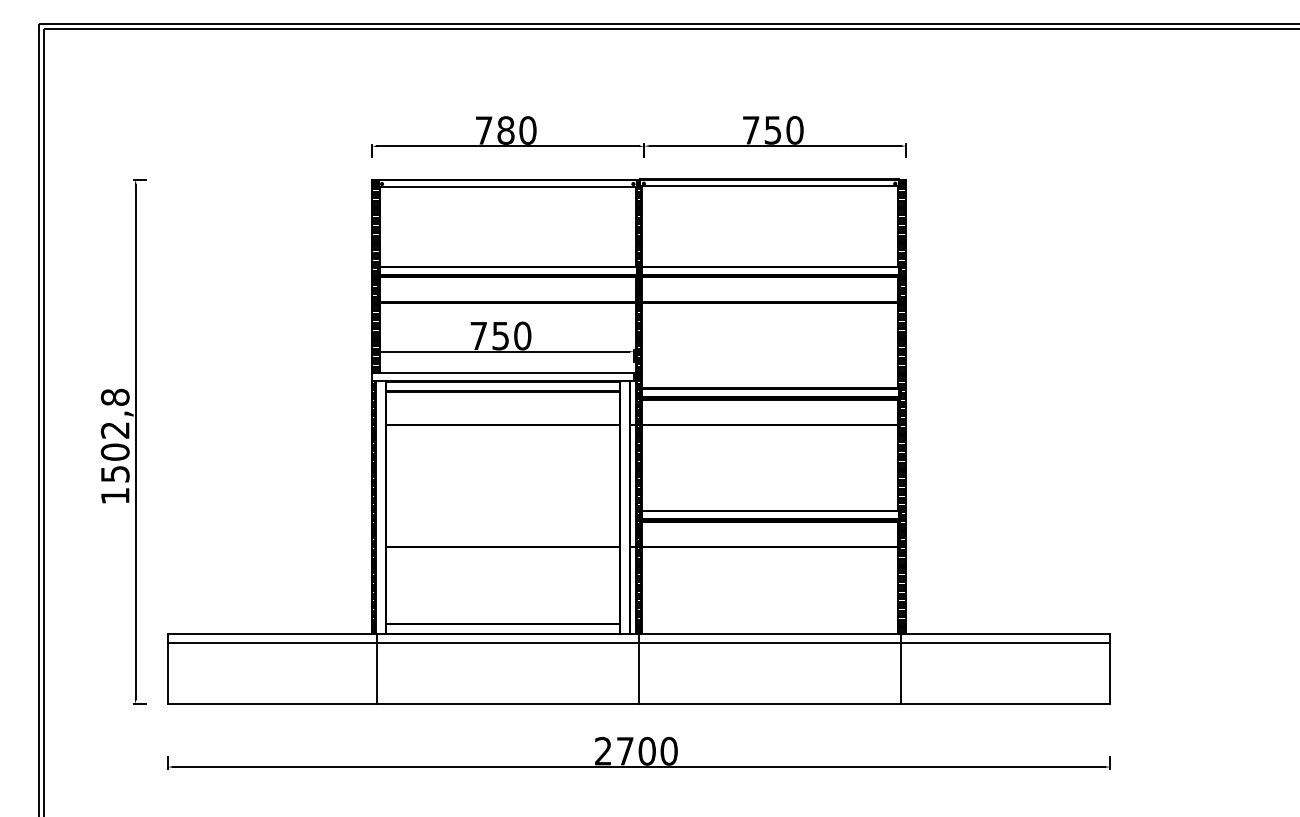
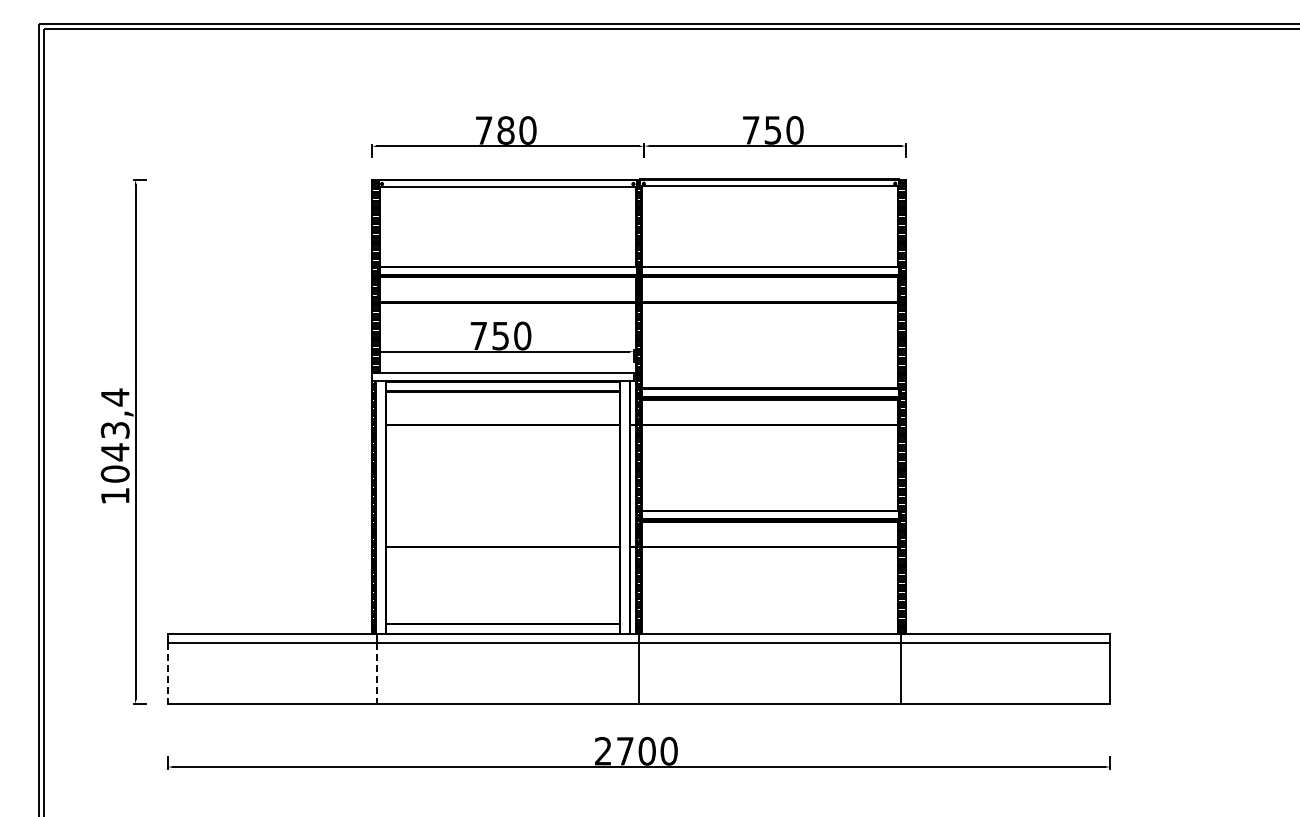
text at (114, 435): 1502,8 -> 1043,4
line at (167, 673): solid -> dashed
line at (377, 673): solid -> dashed
